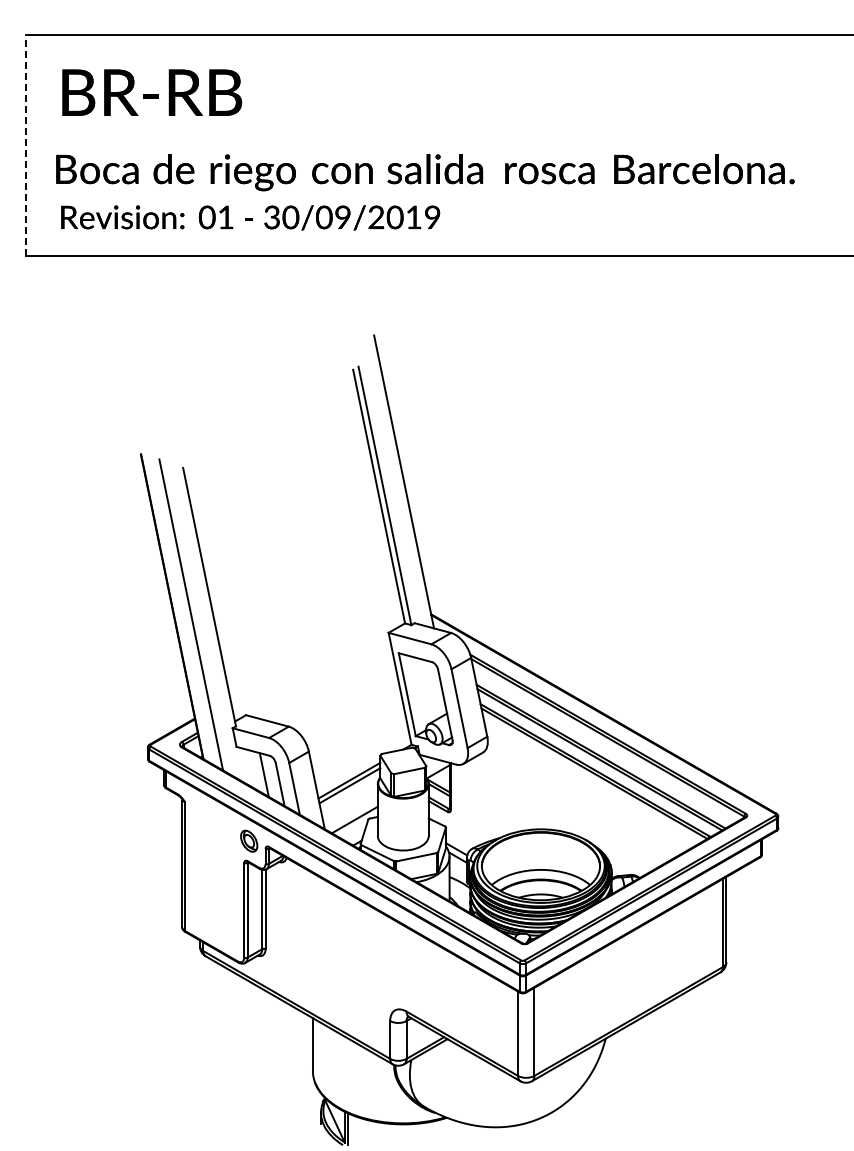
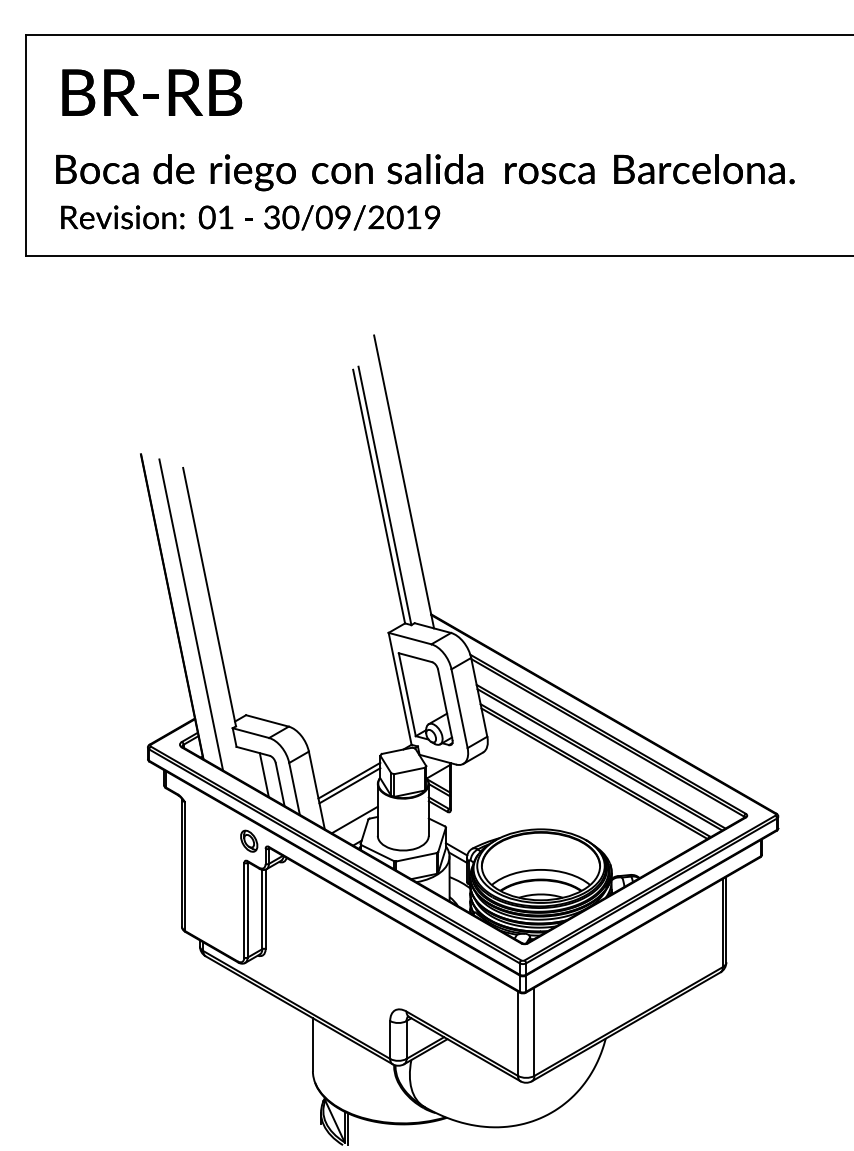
line at (25, 145): dashed -> solid
